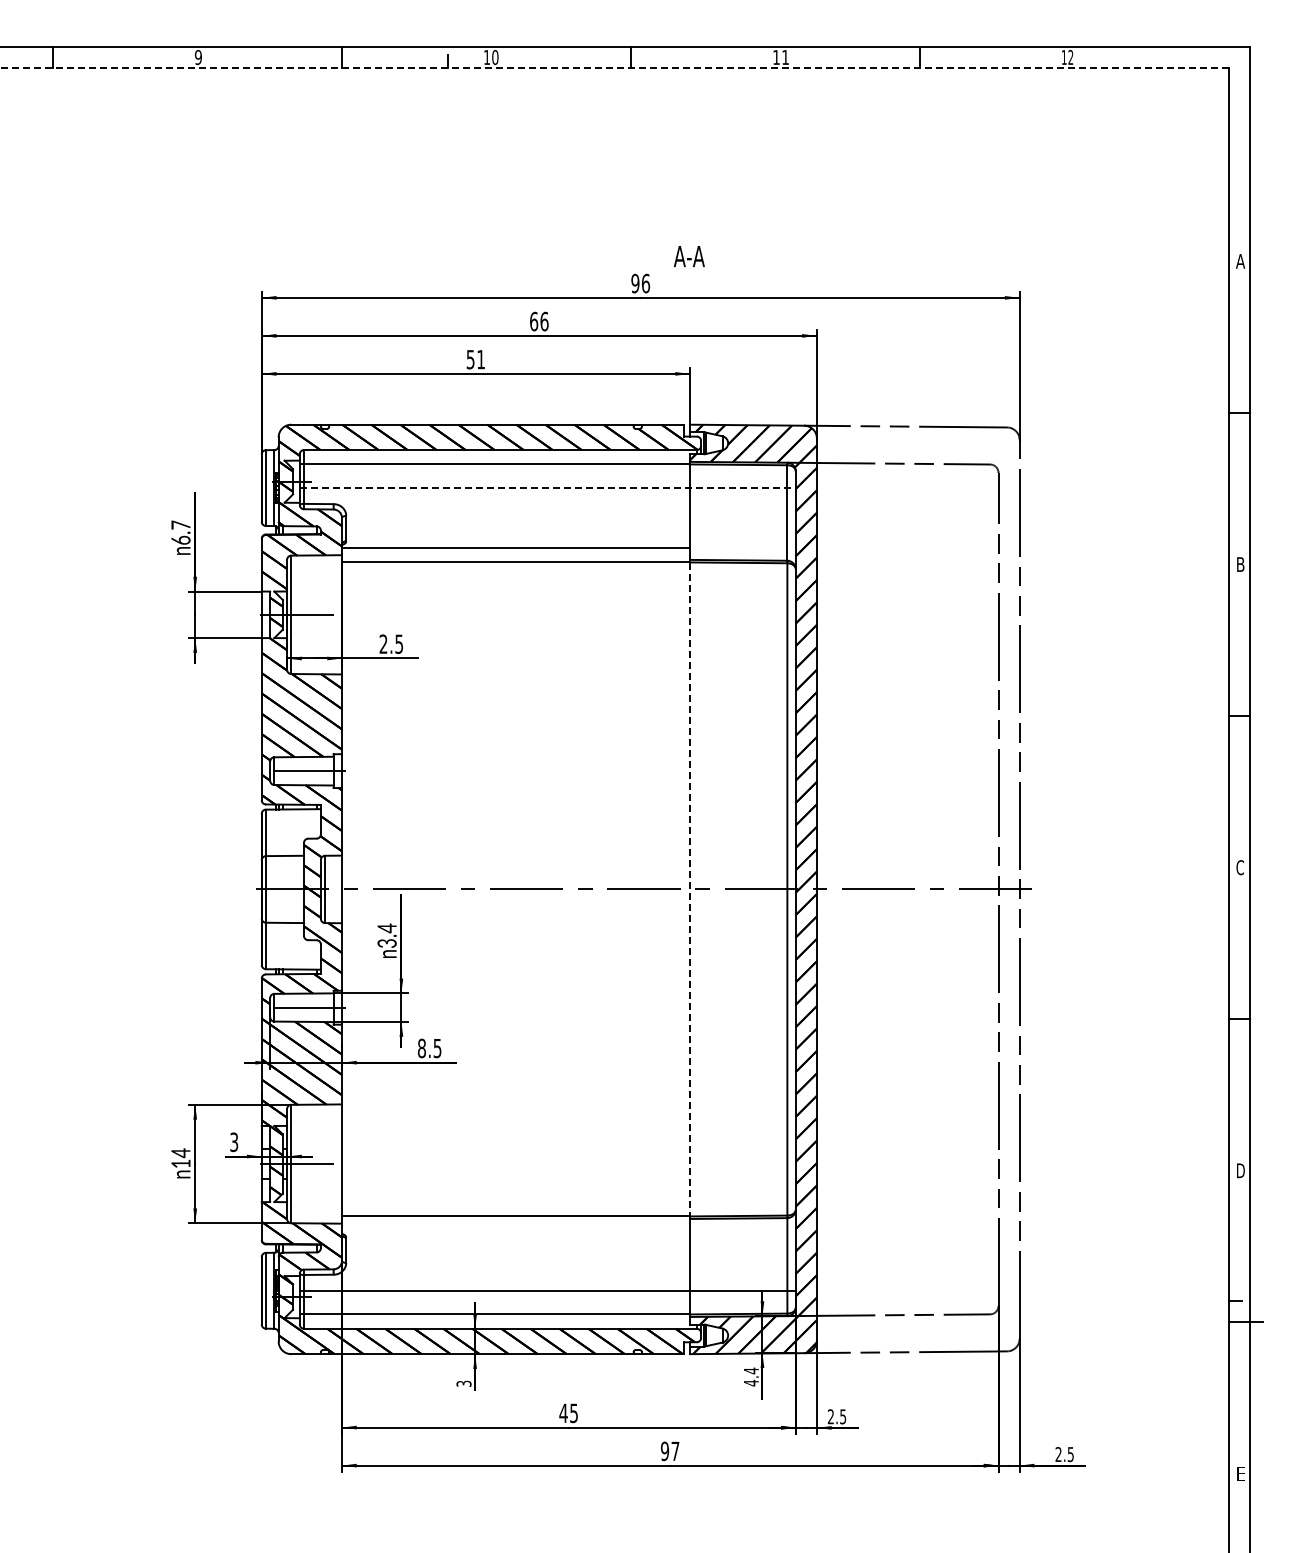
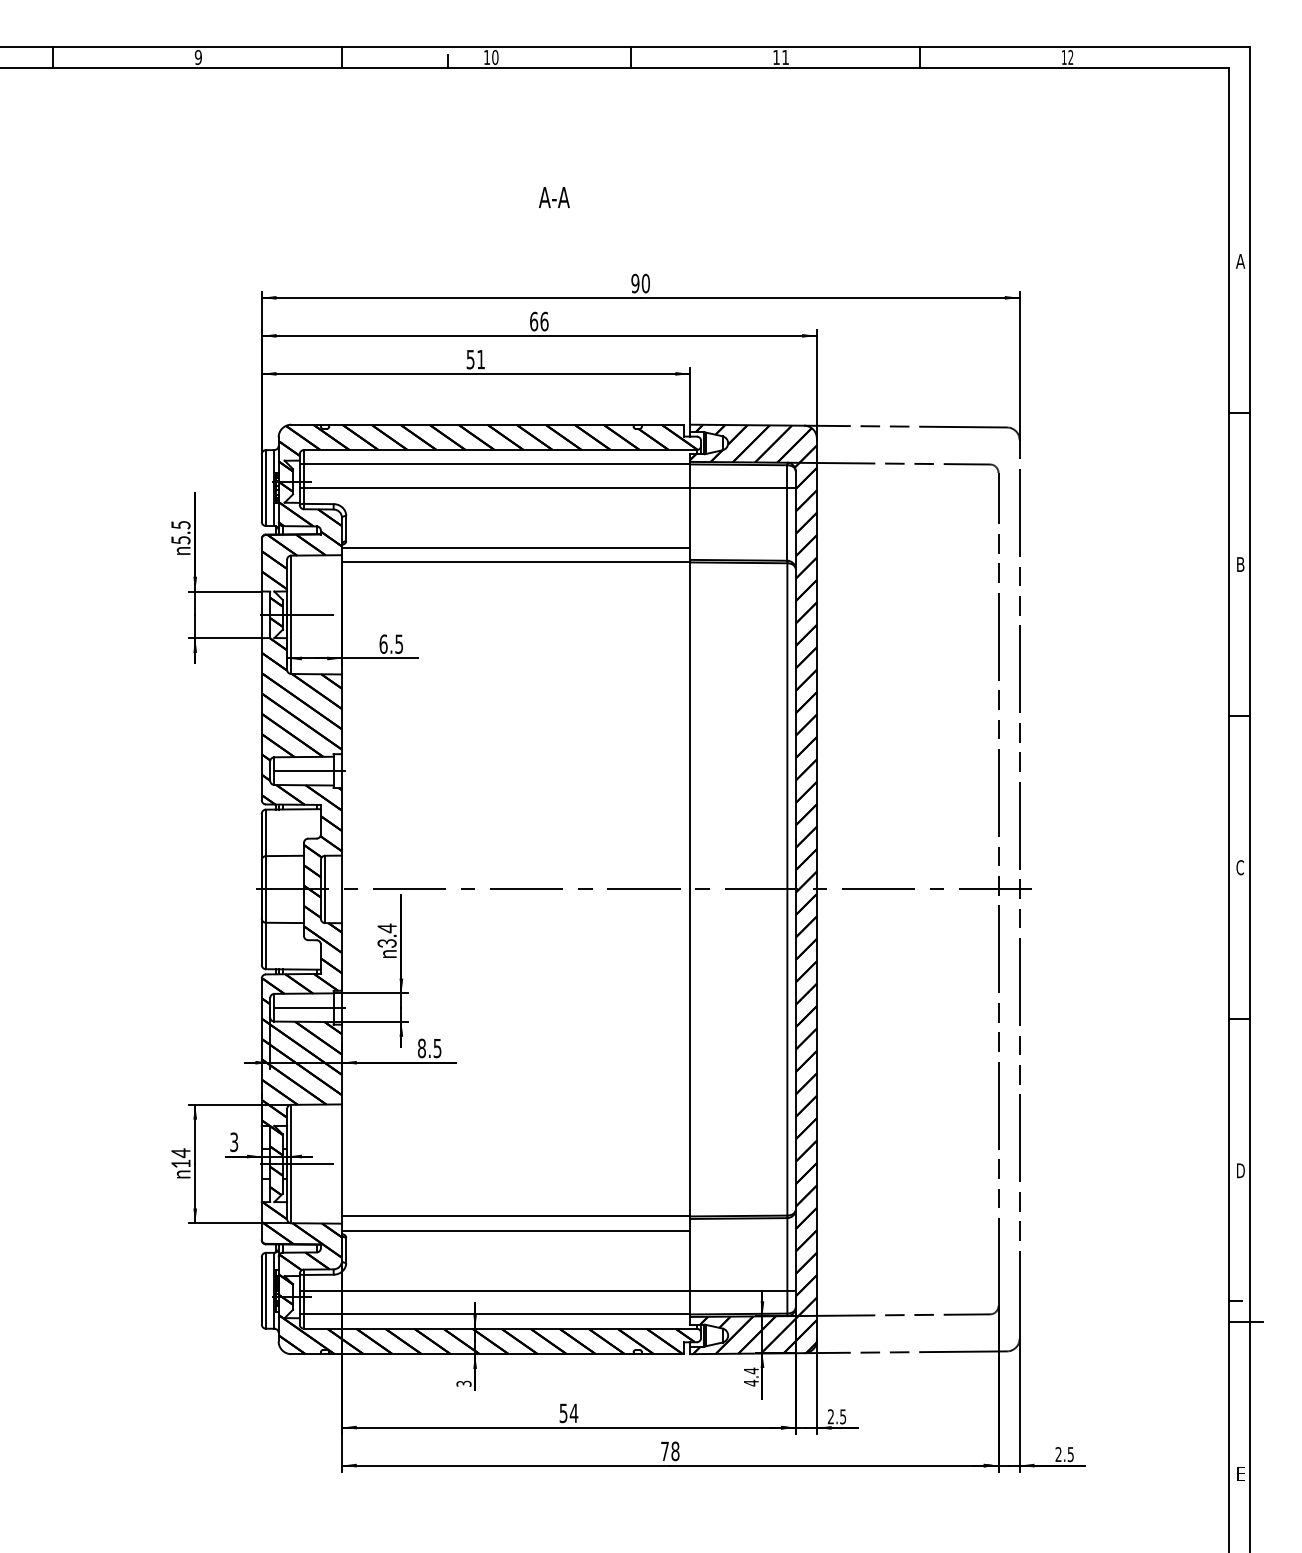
line at (614, 67): dashed -> solid
text at (689, 256) position: (689, 256) -> (554, 197)
text at (646, 282): 96 -> 90
line at (547, 488): dashed -> solid
text at (180, 532): 6.7 -> 5.5
text at (383, 643): 2.5 -> 6.5
line at (690, 889): dashed -> solid
line at (516, 1230): none -> present
text at (568, 1413): 45 -> 54
text at (669, 1451): 97 -> 78
